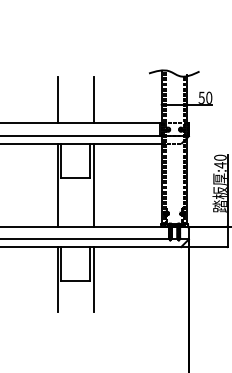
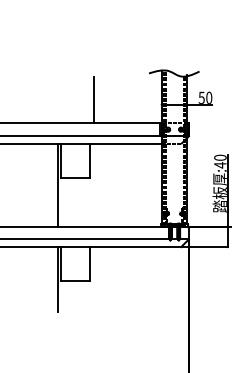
line at (57, 100): present -> none
line at (93, 185): present -> none
line at (93, 279): present -> none
